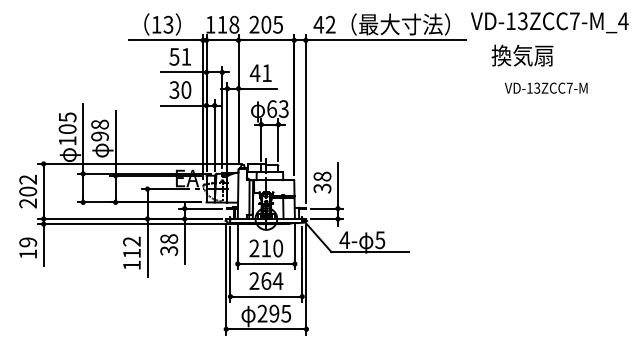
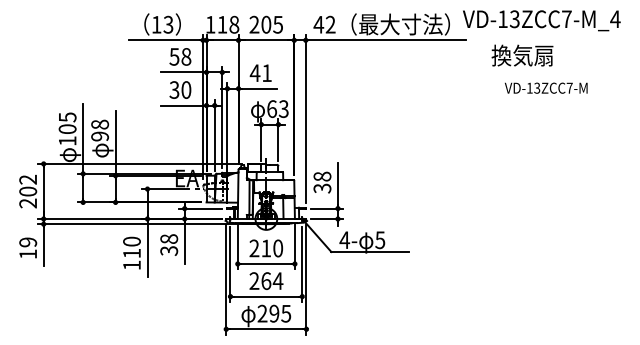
text at (549, 22) position: (549, 22) -> (541, 20)
text at (186, 56): 51 -> 58
text at (131, 241): 112 -> 110
